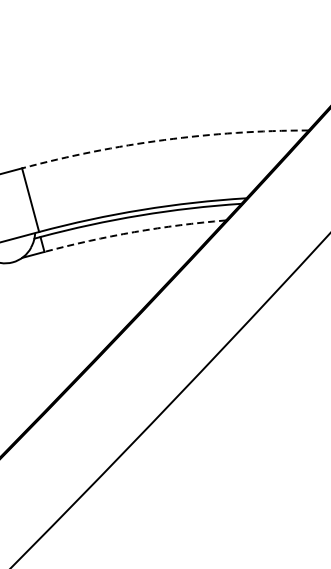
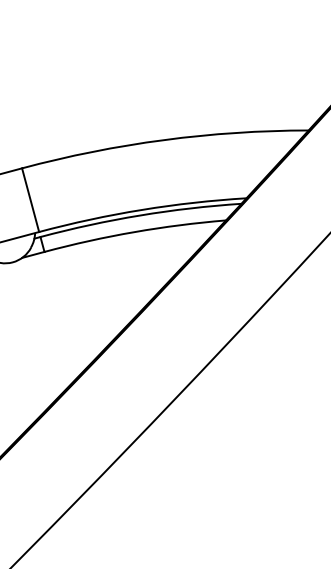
arc at (164, 140): dashed -> solid
arc at (134, 232): dashed -> solid
